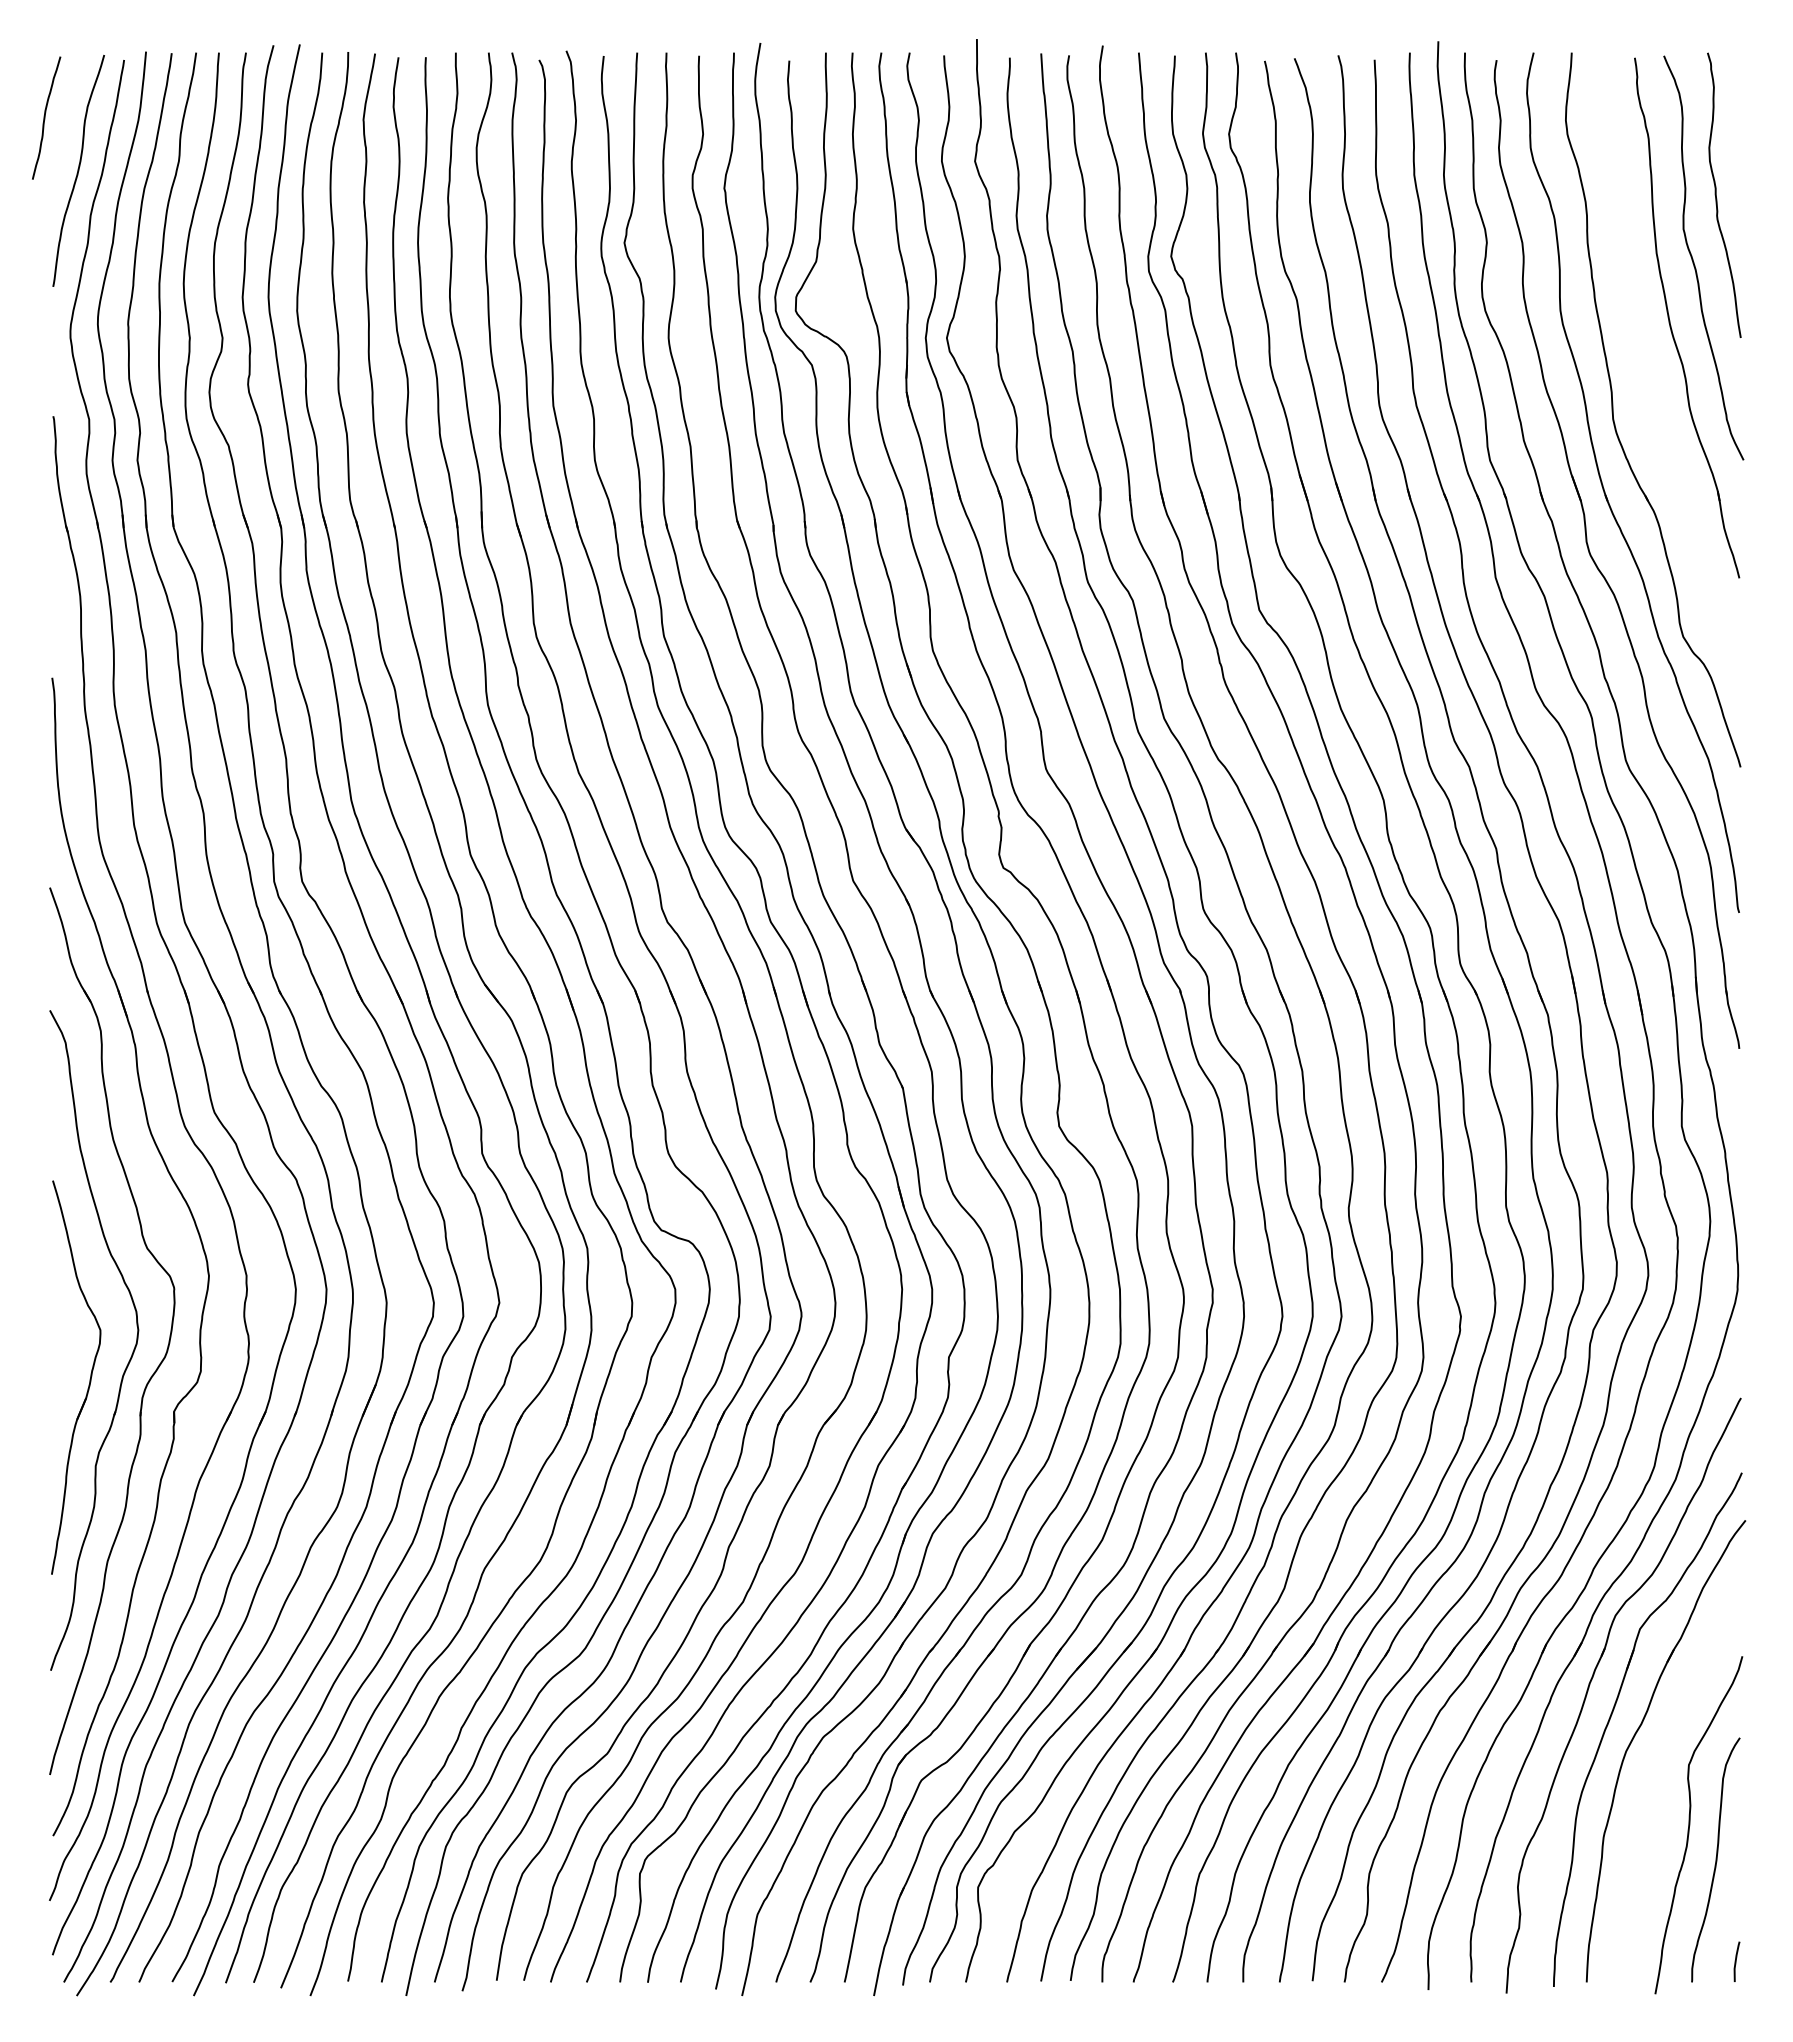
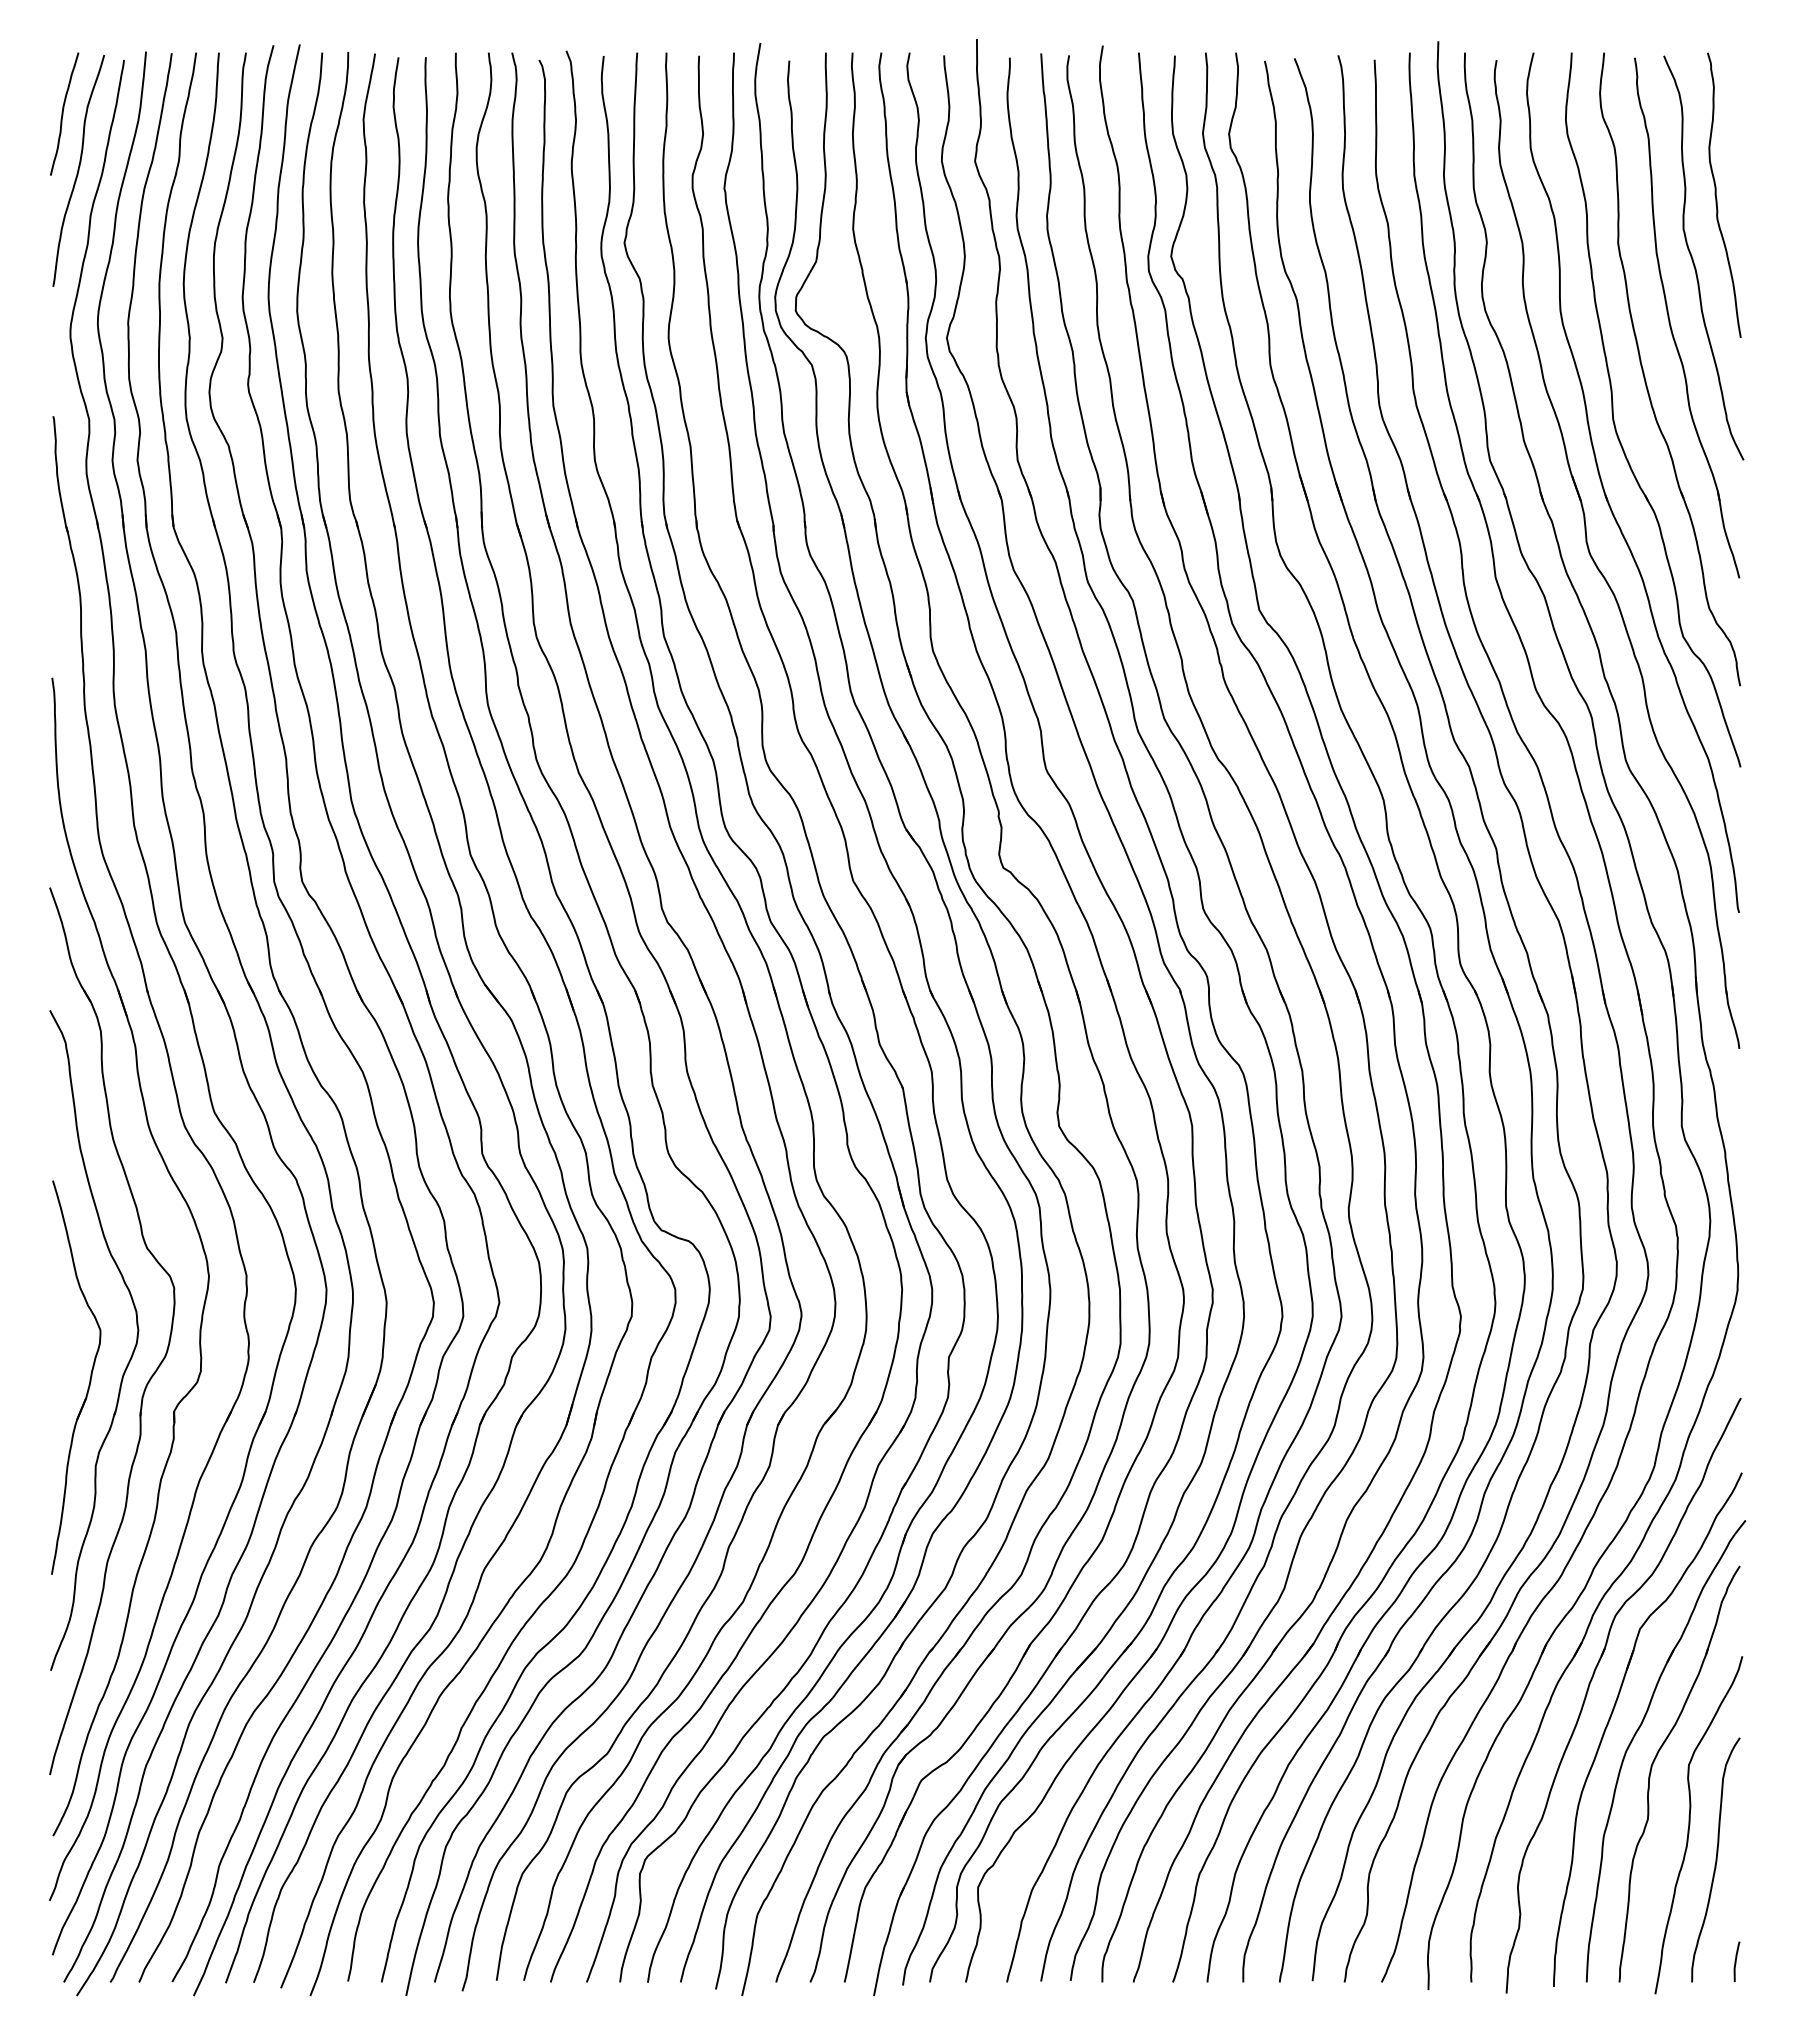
curve at (45, 117) position: (45, 117) -> (63, 113)
part at (1645, 376): none -> present
part at (1655, 1760): none -> present
